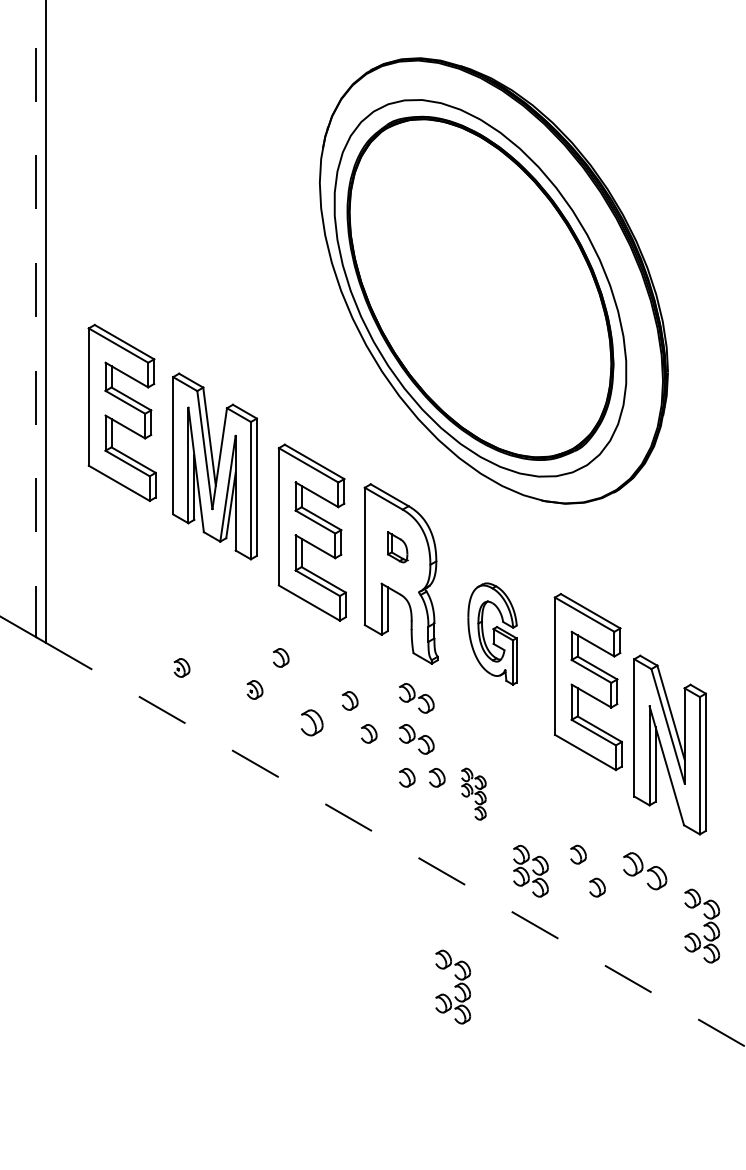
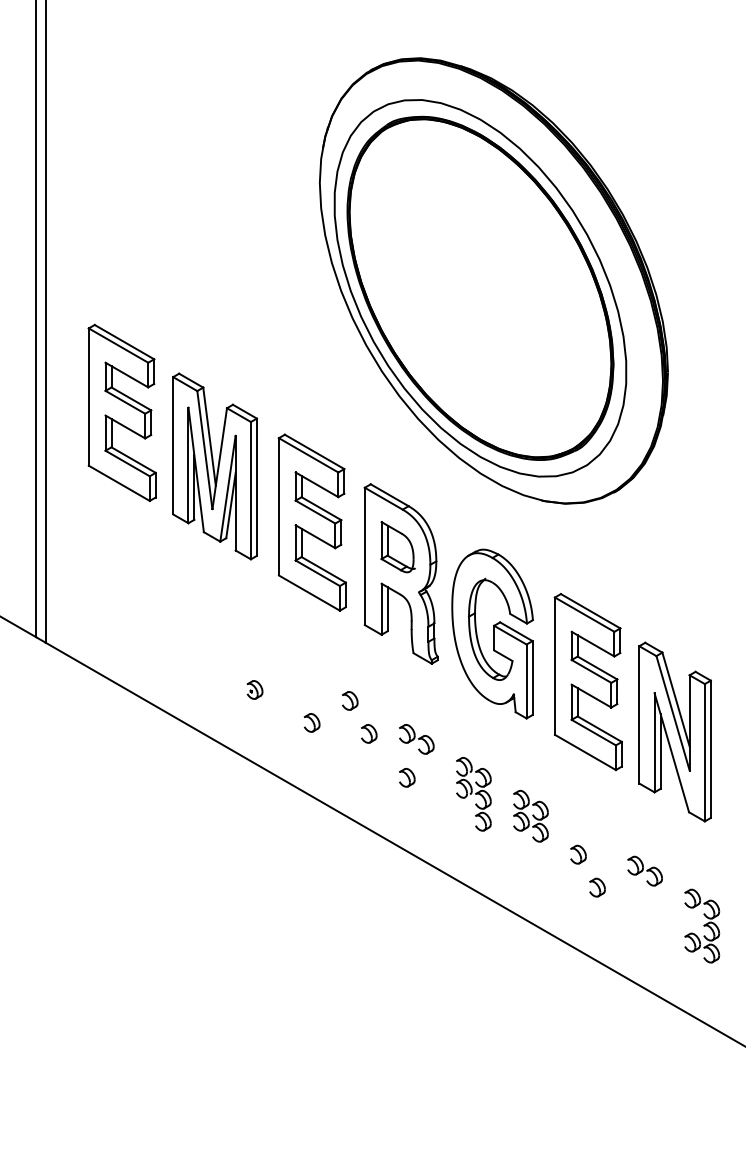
line at (36, 319): dashed -> solid
part at (311, 532) position: (311, 532) -> (311, 522)
part at (397, 547) size: 22x33 px -> 36x53 px
part at (492, 633) size: 51x104 px -> 83x172 px
part at (280, 657): present -> none
part at (181, 667): present -> none
part at (416, 698): present -> none
part at (312, 722) size: 23x28 px -> 18x20 px
part at (669, 744) position: (669, 744) -> (674, 731)
part at (437, 777): present -> none
part at (473, 793) size: 26x54 px -> 36x76 px
line at (396, 845): dashed -> solid
part at (530, 870) position: (530, 870) -> (530, 815)
part at (645, 871) size: 45x39 px -> 36x32 px
part at (453, 986): present -> none
